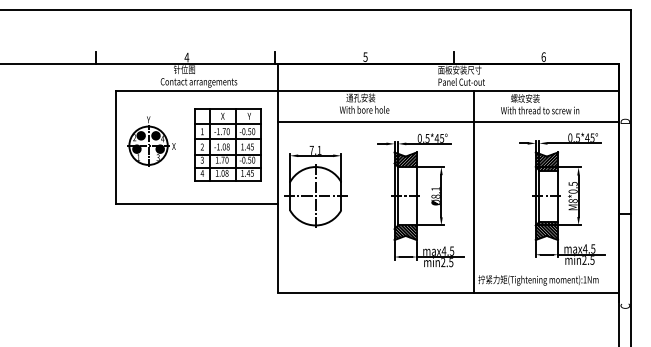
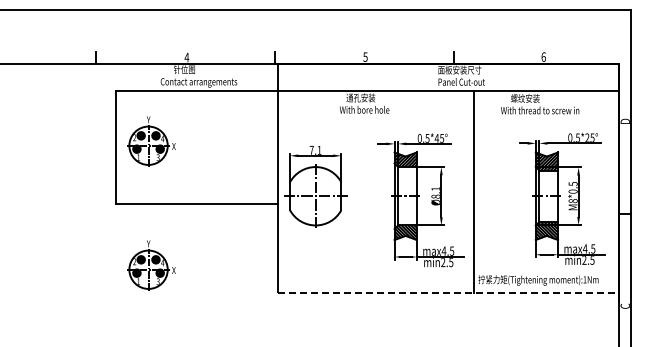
line at (447, 121): present -> none
text at (587, 137): 0.5*45° -> 0.5*25°
part at (227, 144): present -> none
part at (151, 265): none -> present
line at (448, 292): solid -> dashed
